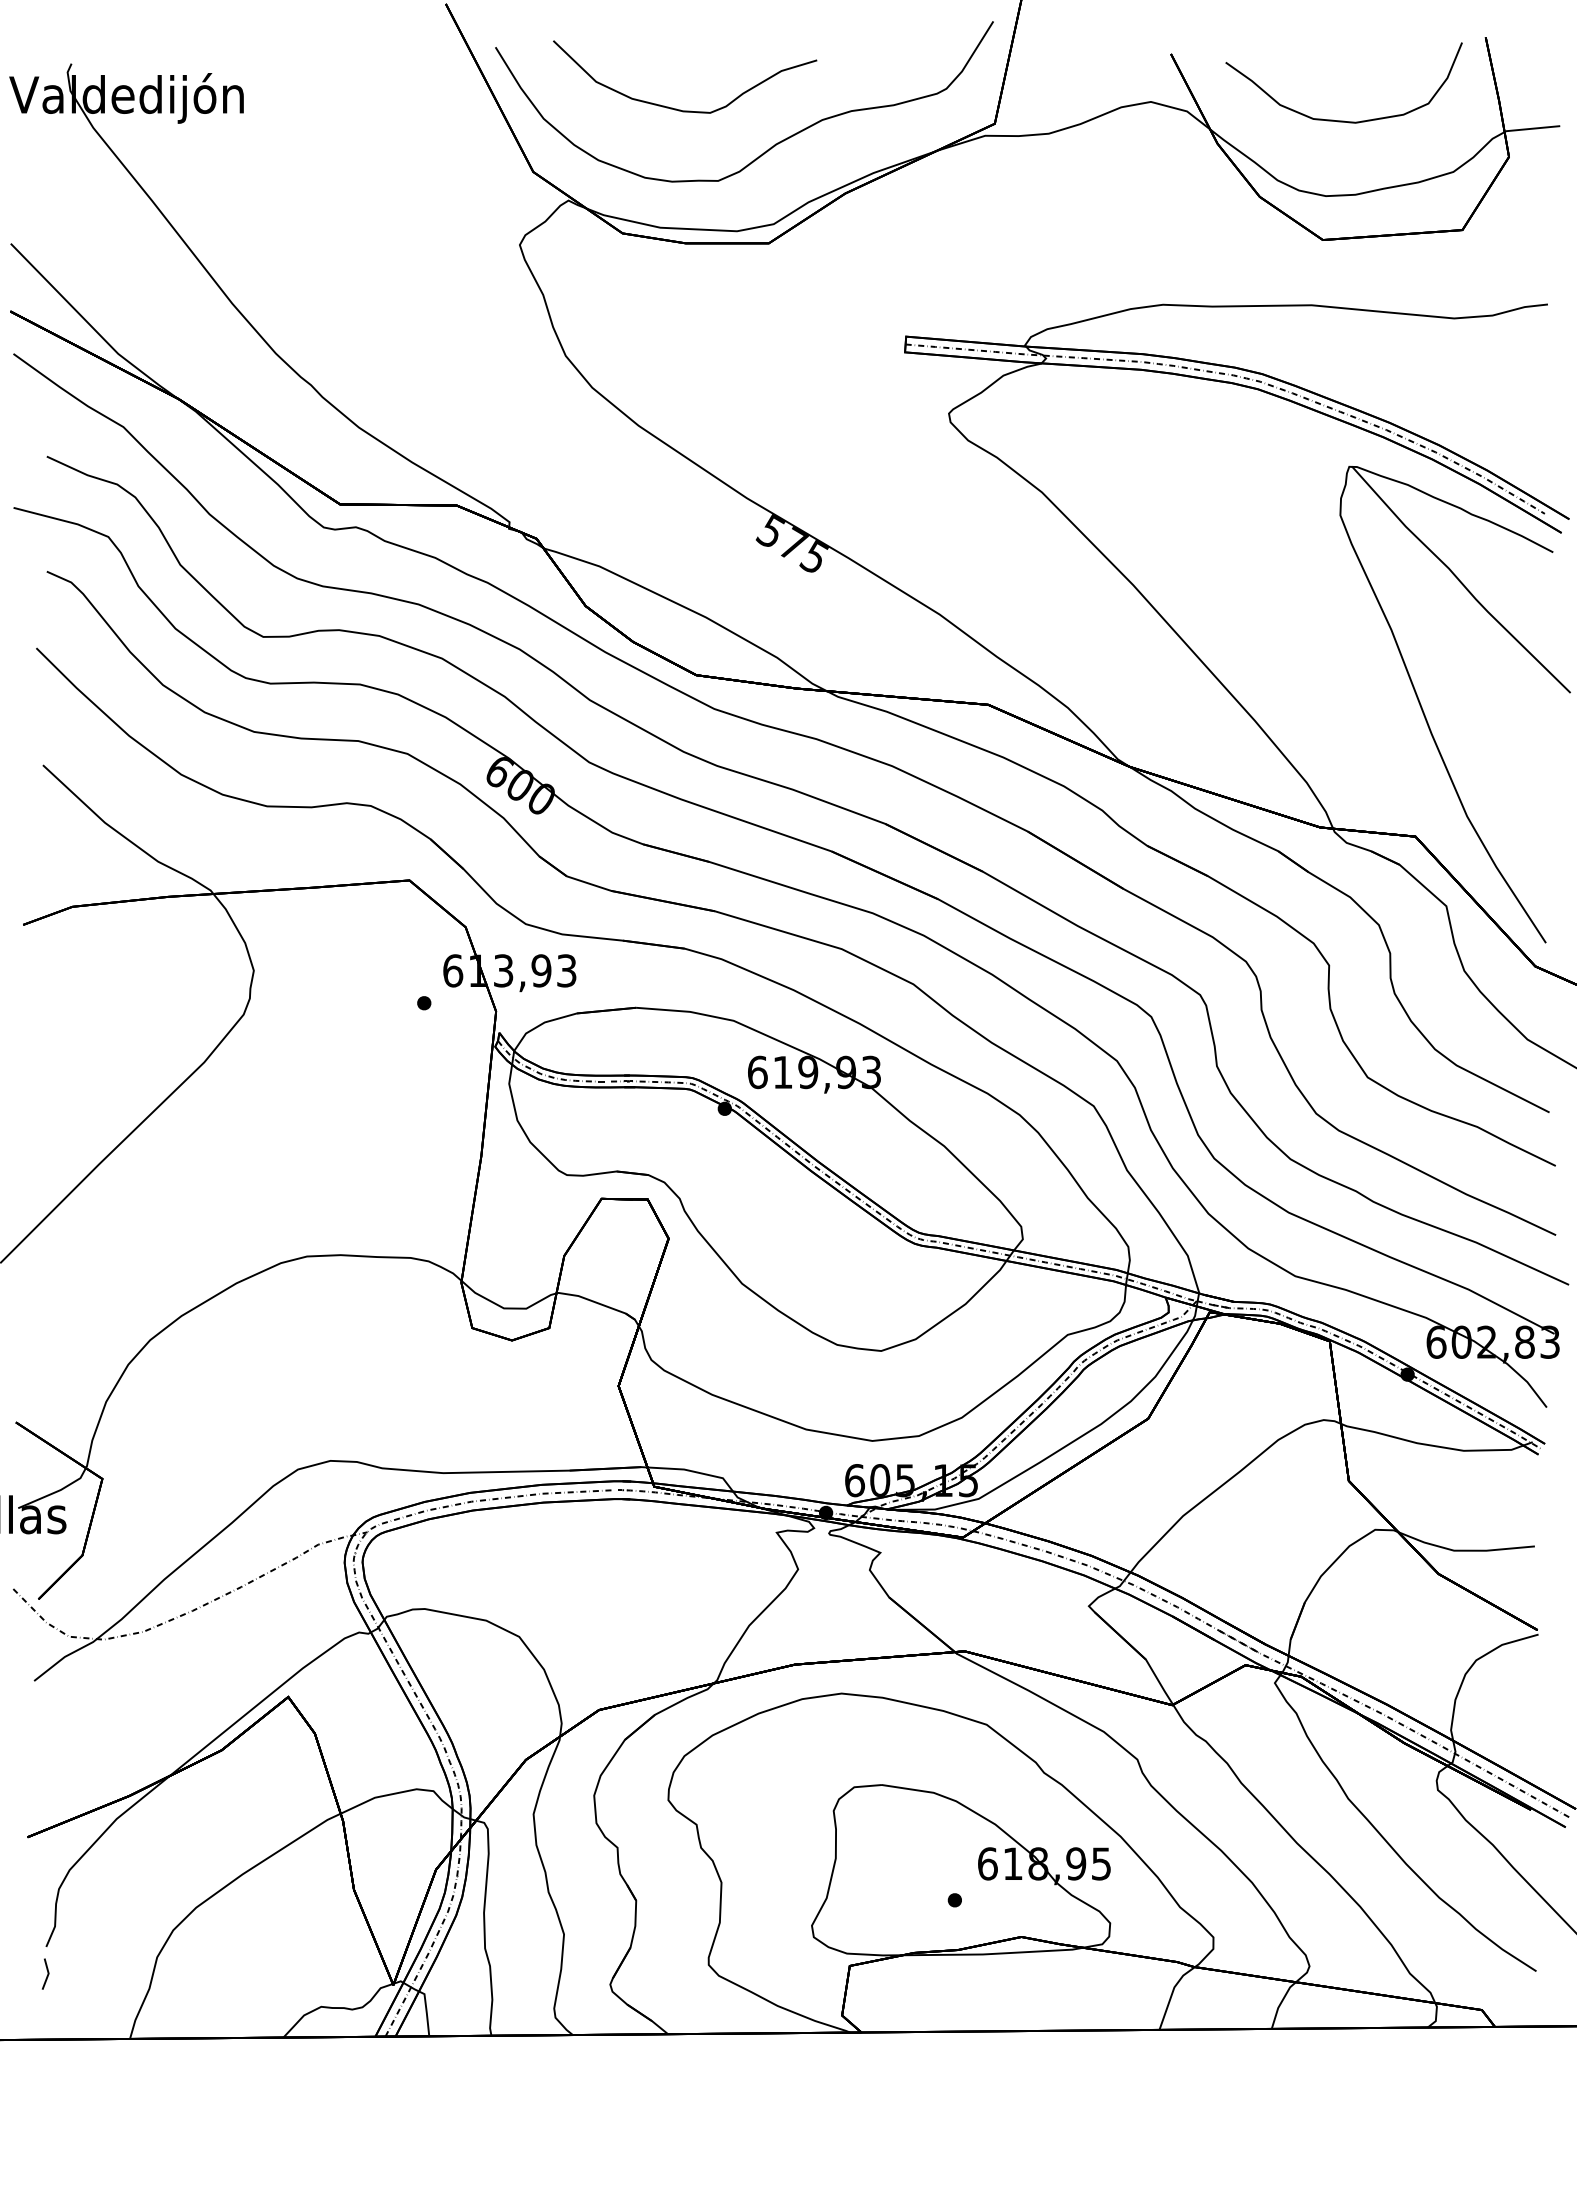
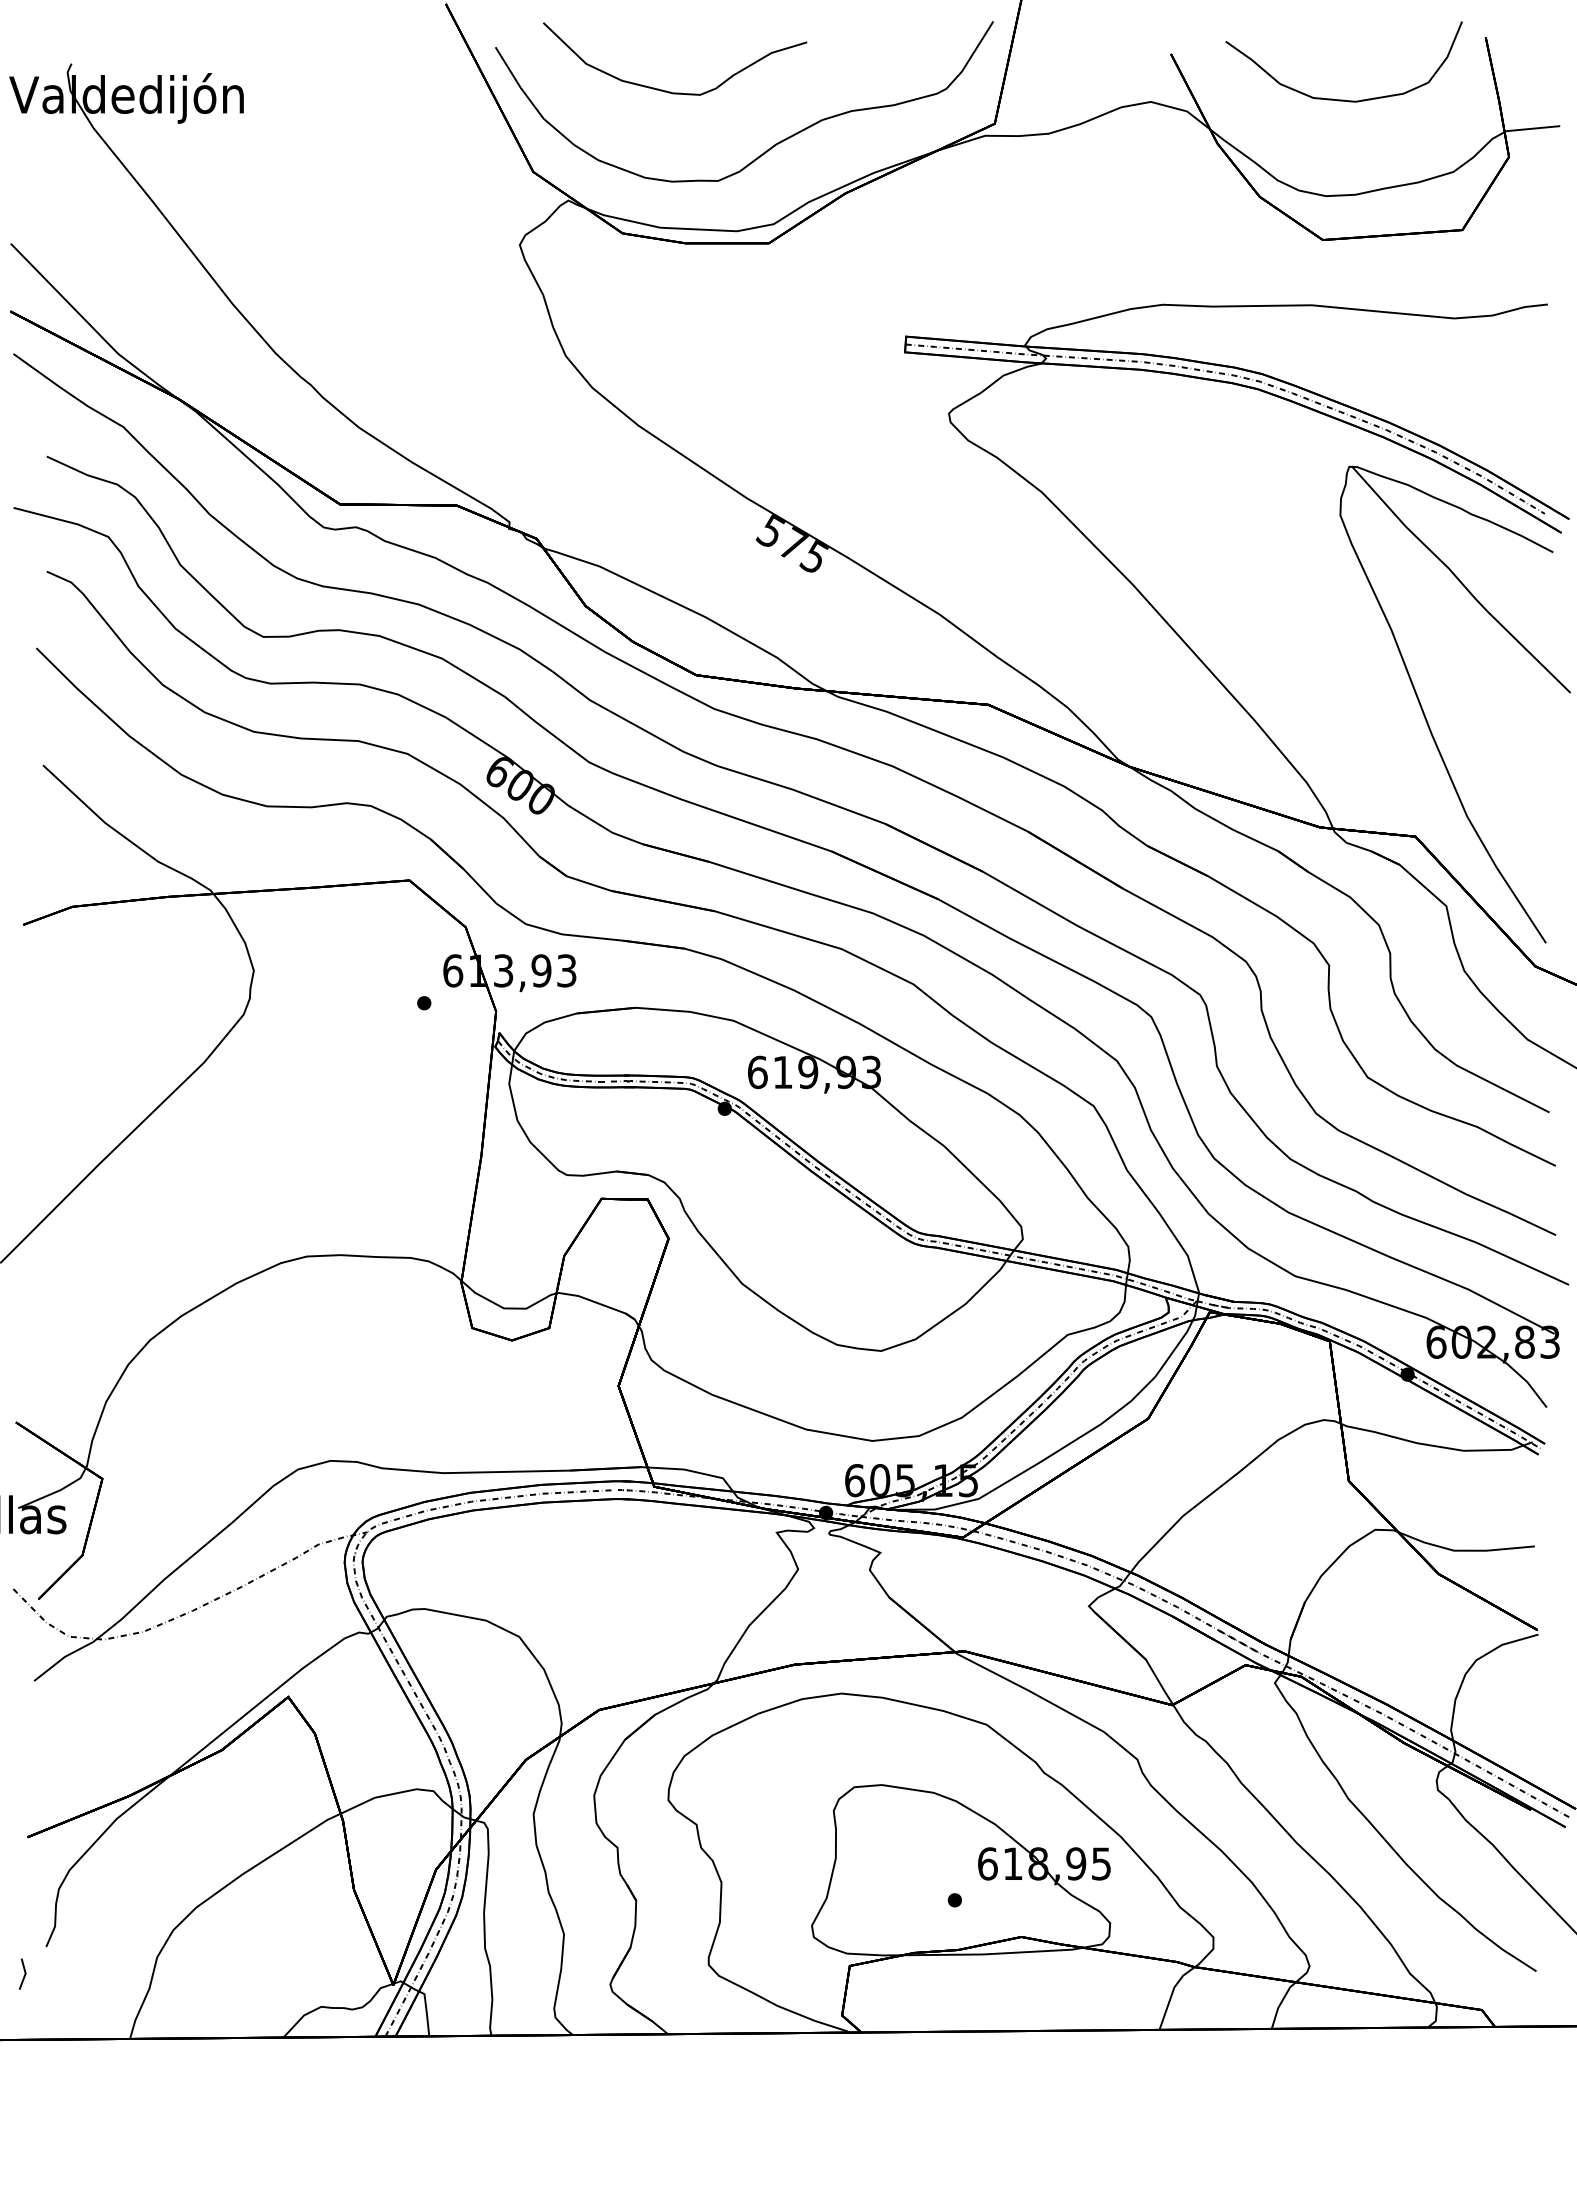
curve at (676, 108) position: (676, 108) -> (666, 90)
curve at (1343, 120) position: (1343, 120) -> (1343, 99)
line at (47, 1973) position: (47, 1973) -> (24, 1973)
